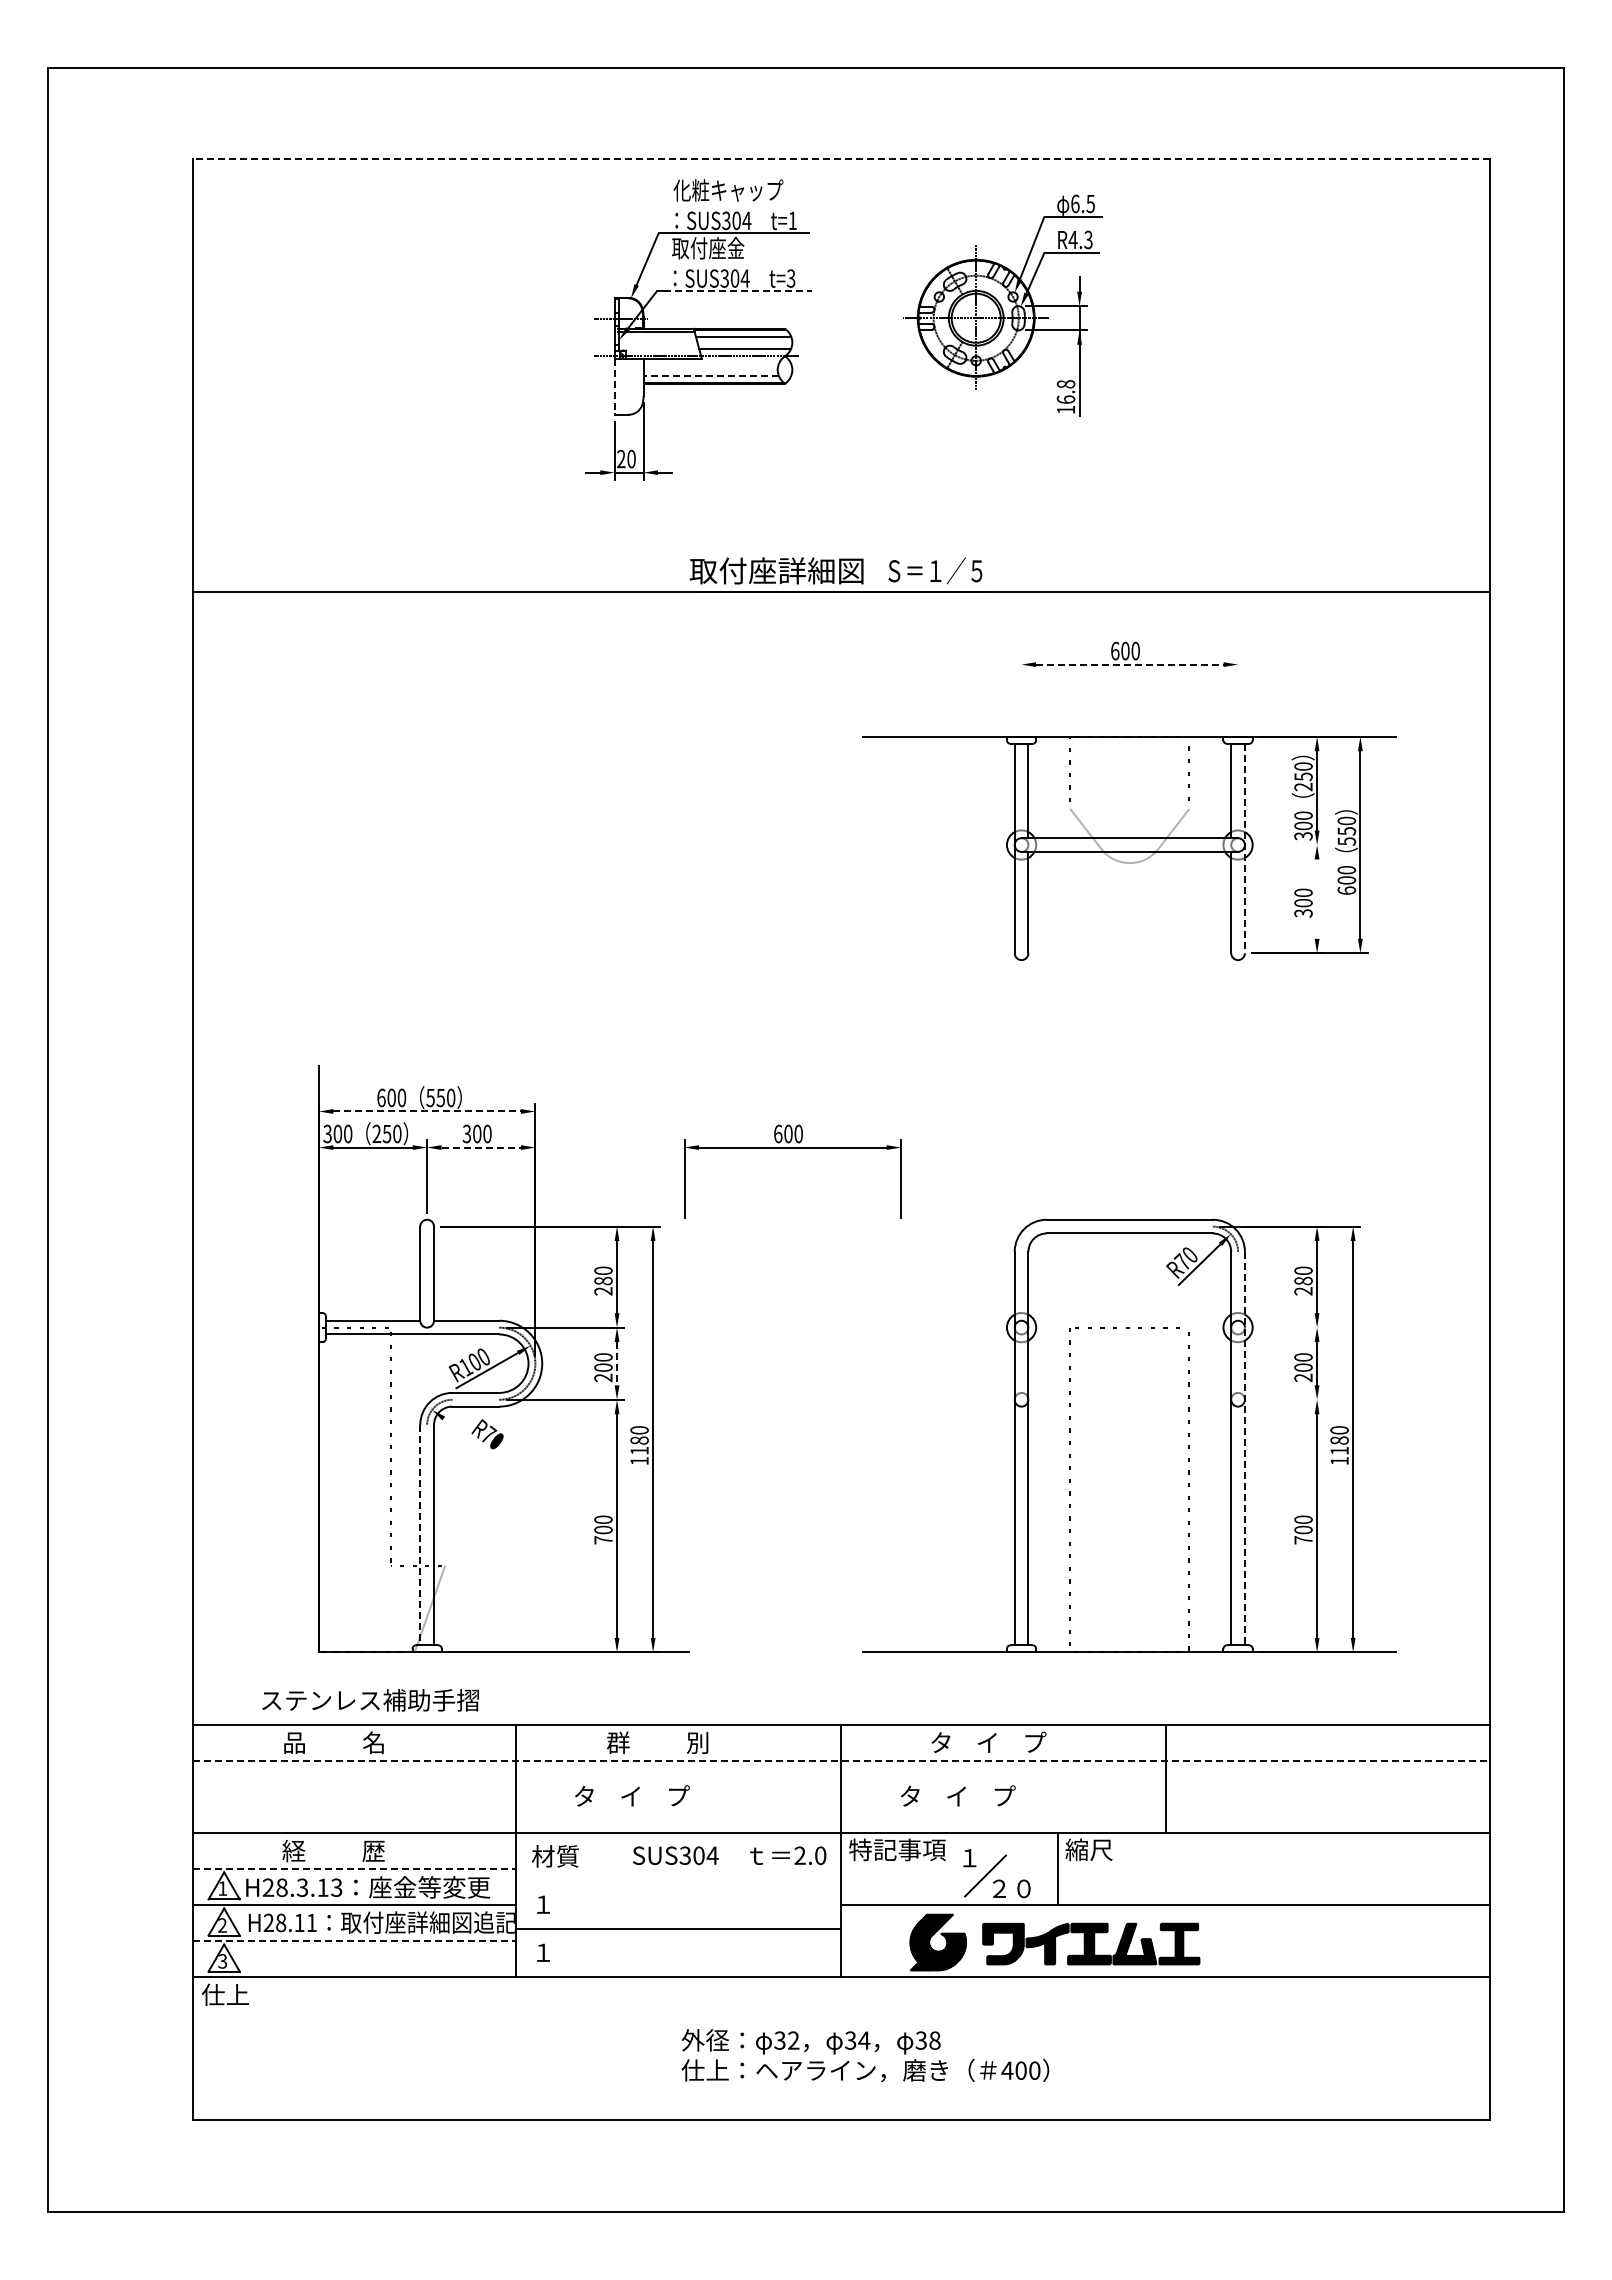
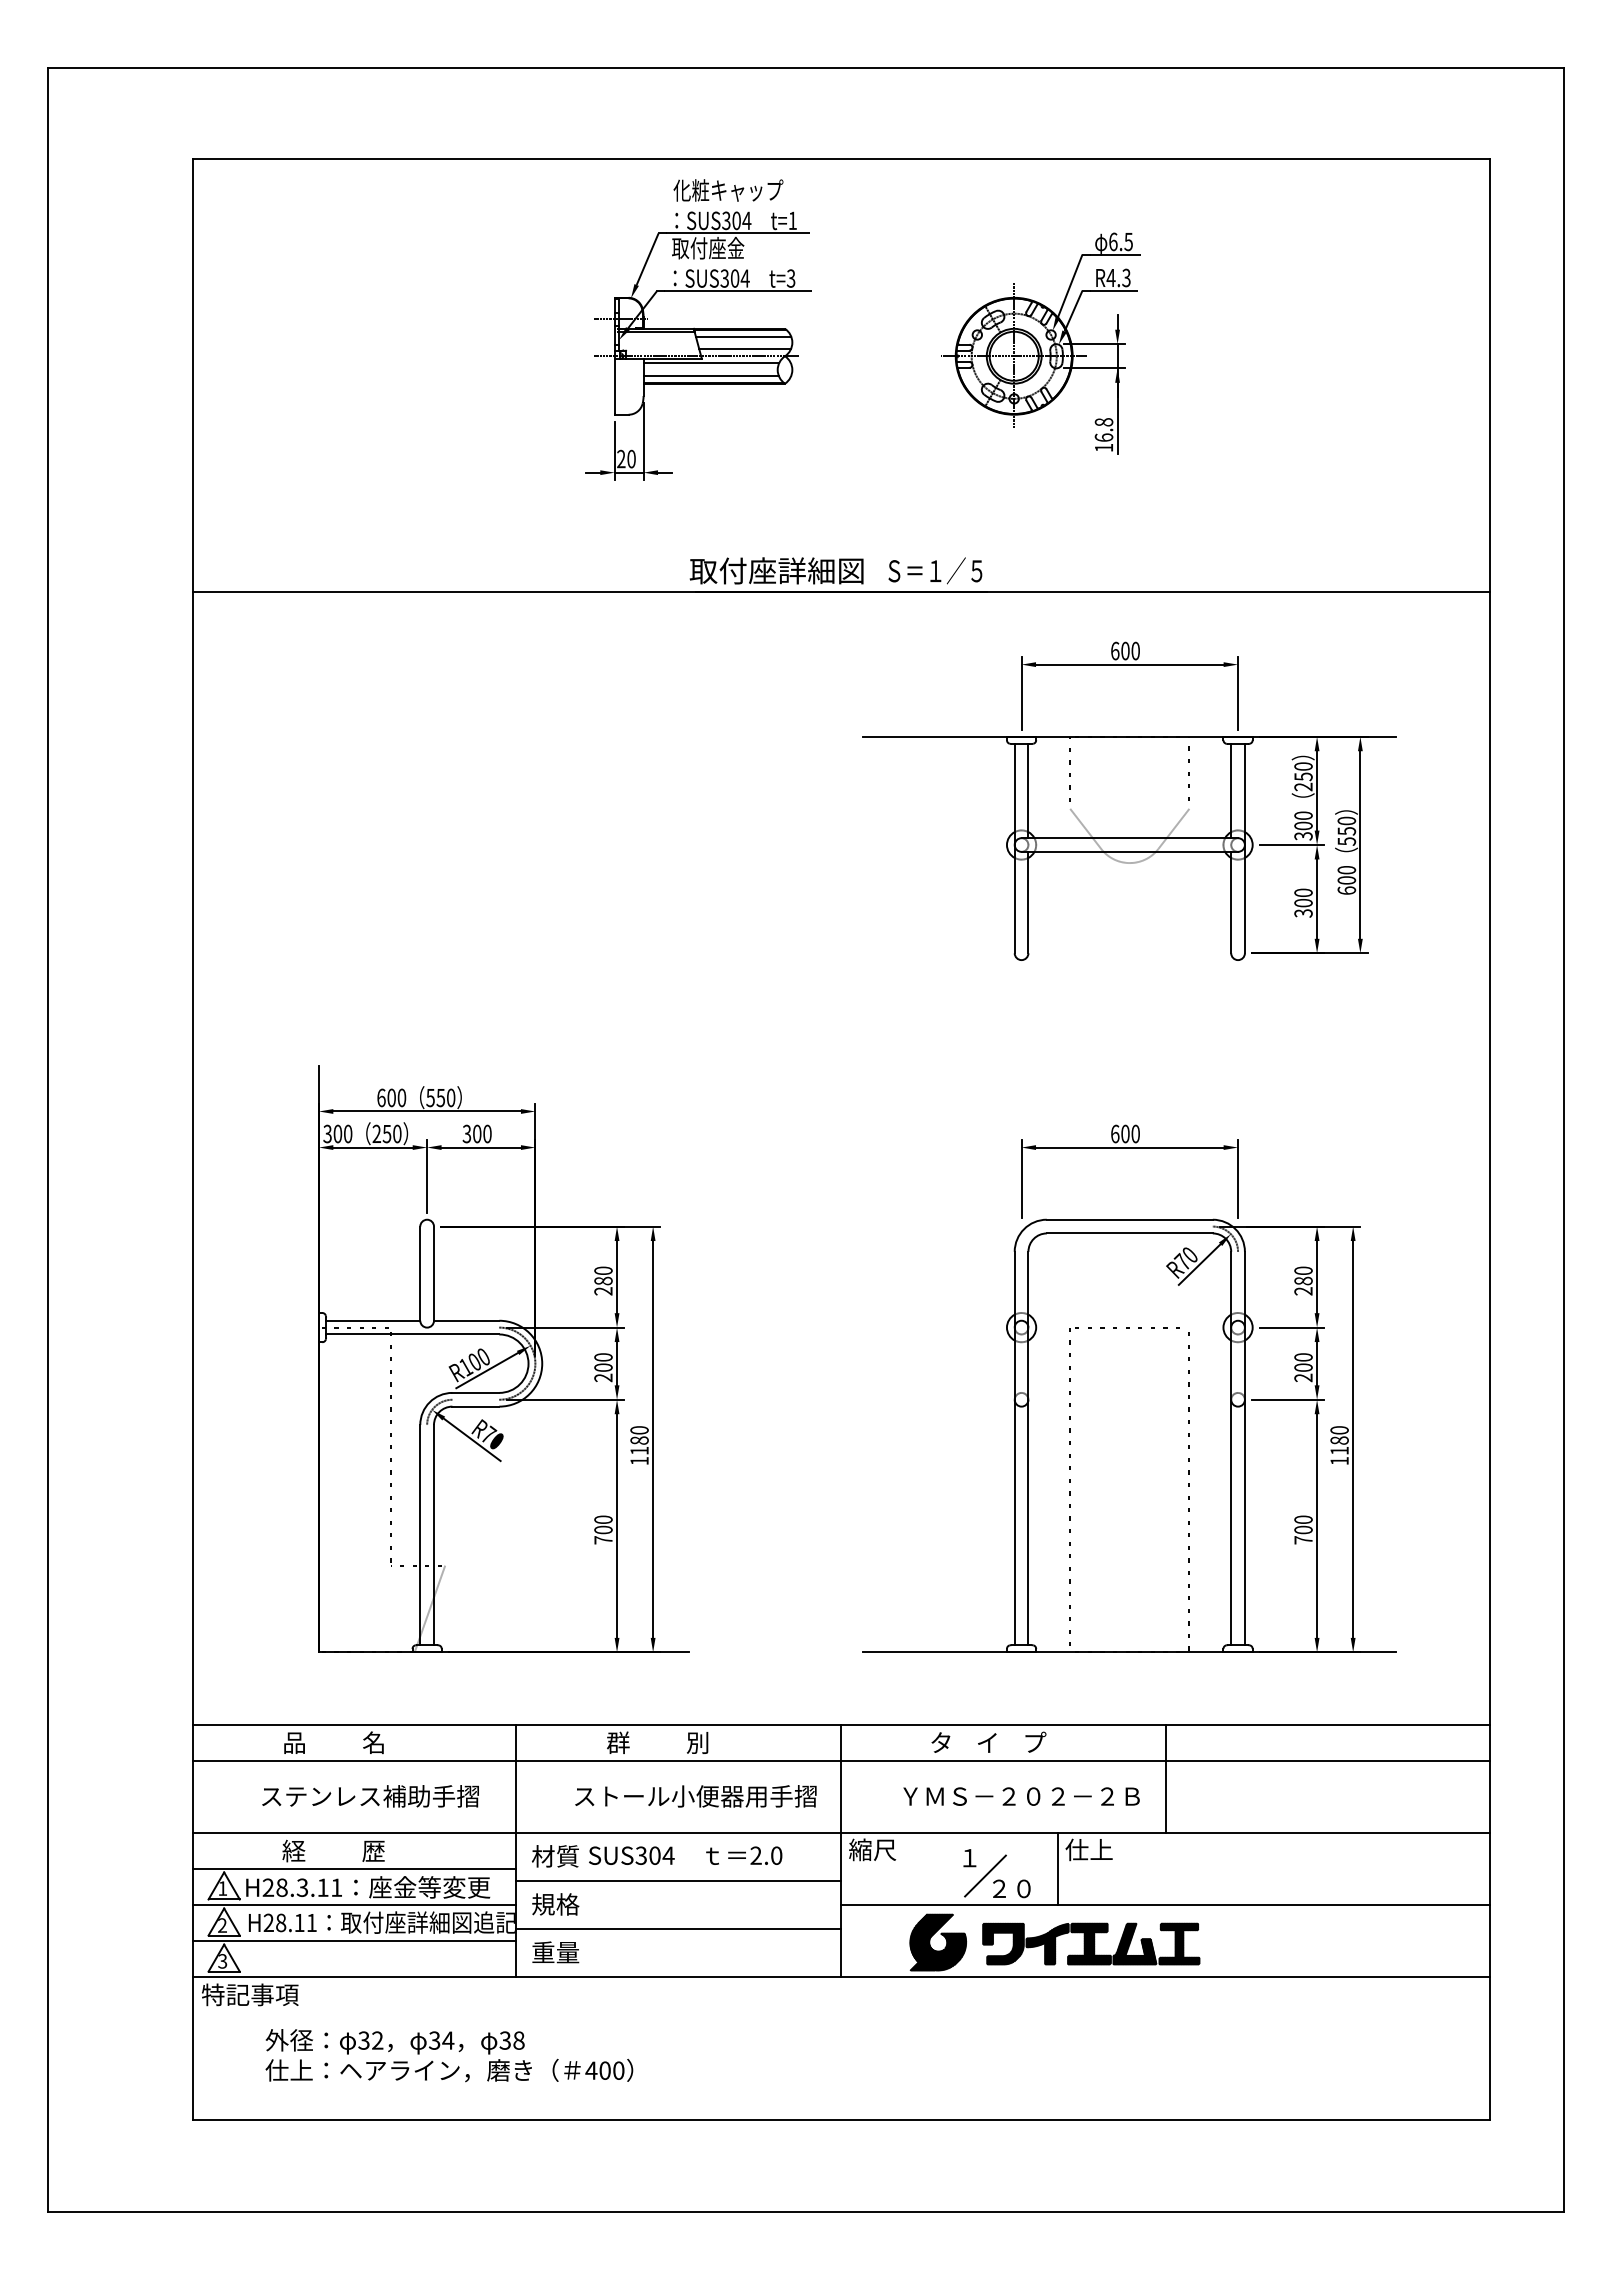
line at (841, 159): dashed -> solid
line at (738, 291): dashed -> solid
part at (1002, 305) position: (1002, 305) -> (1040, 343)
line at (711, 363): none -> present
line at (711, 375): dashed -> solid
line at (614, 386): dashed -> solid
line at (1129, 664): dashed -> solid
line at (1021, 693): none -> present
line at (1238, 693): none -> present
line at (1291, 845): none -> present
line at (1244, 848): dashed -> solid
line at (1317, 898): none -> present
line at (427, 1111): dashed -> solid
line at (481, 1147): dashed -> solid
part at (792, 1148) position: (792, 1148) -> (1129, 1148)
line at (1291, 1327): none -> present
line at (617, 1363): dashed -> solid
line at (1288, 1399): none -> present
line at (471, 1439): none -> present
line at (1244, 1448): dashed -> solid
line at (420, 1535): dashed -> solid
text at (370, 1700) position: (370, 1700) -> (370, 1796)
line at (841, 1760): dashed -> solid
text at (1019, 1795): タ    イ    プ -> ＹＭＳ－２０２－２Ｂ
text at (695, 1796): タ    イ    プ -> ストール小便器用手摺
text at (897, 1849): 特記事項 -> 縮尺
text at (1088, 1849): 縮尺 -> 仕上
text at (729, 1855) position: (729, 1855) -> (685, 1855)
line at (354, 1868): dashed -> solid
line at (678, 1880): none -> present
text at (336, 1887): H28.3.13 -> H28.3.11
text at (555, 1904): １ -> 規格
line at (354, 1940): dashed -> solid
text at (555, 1952): １ -> 重量
text at (249, 1994): 仕上 -> 特記事項
text at (865, 2055) position: (865, 2055) -> (449, 2055)
